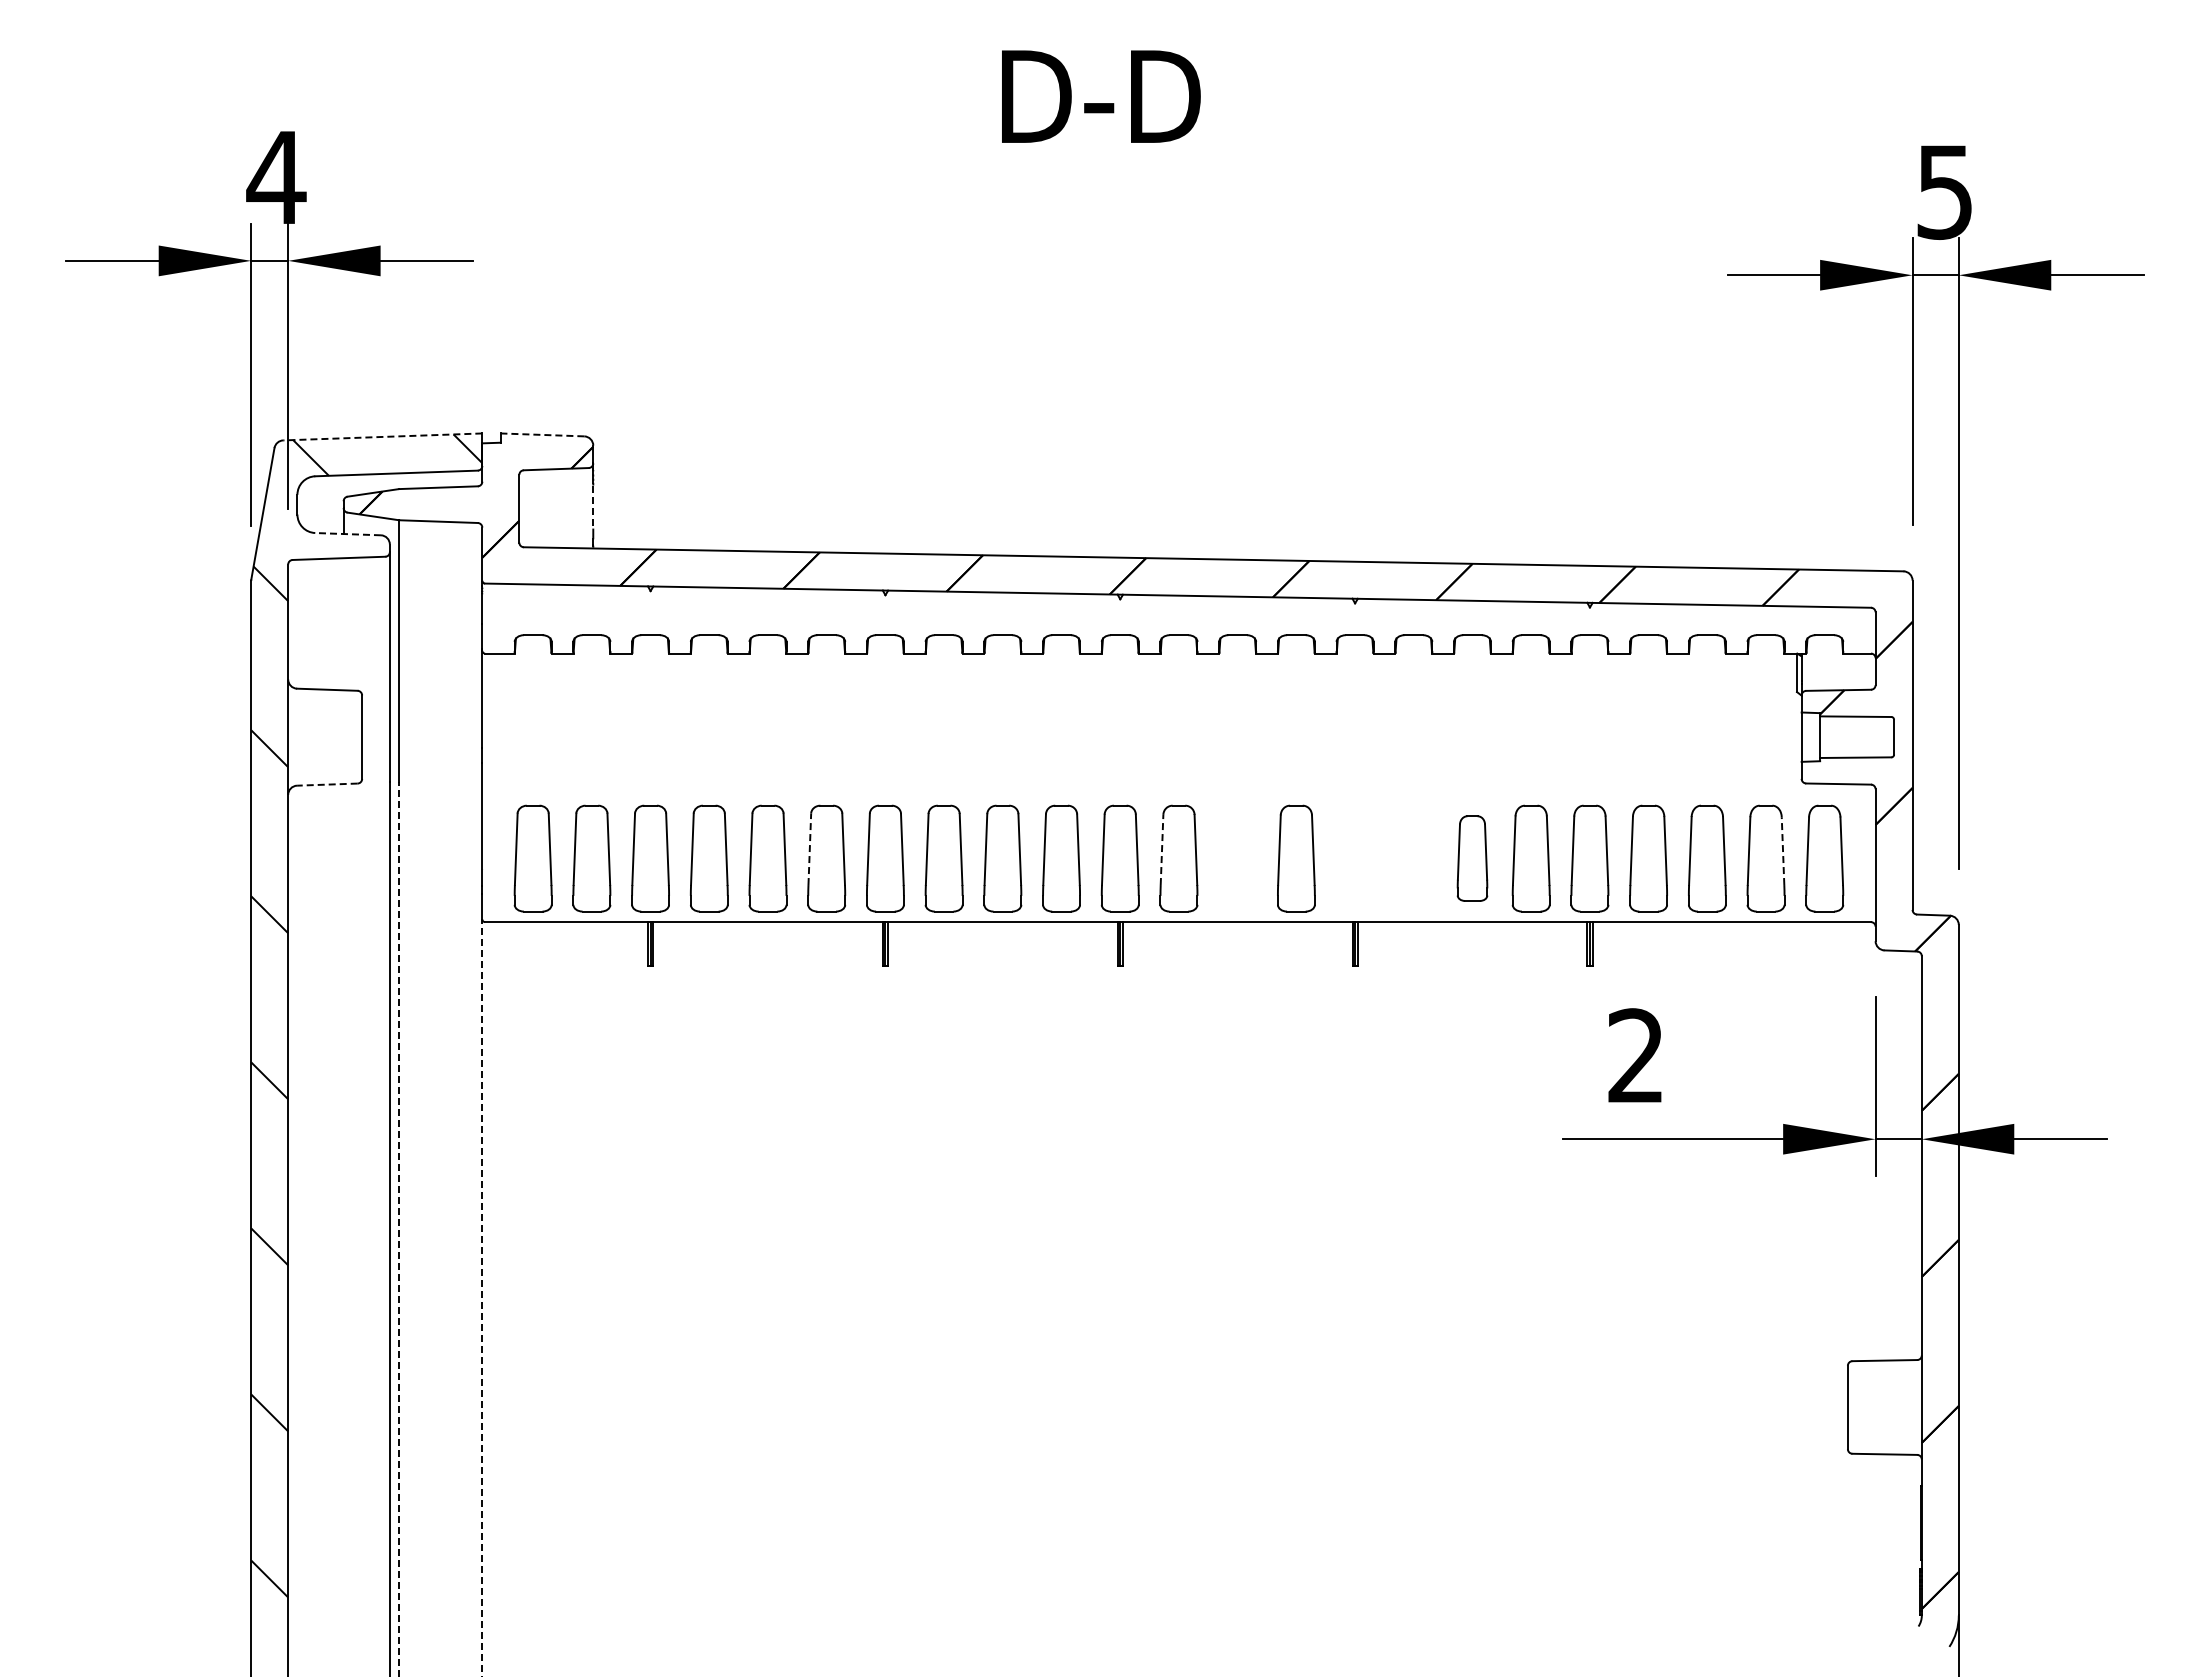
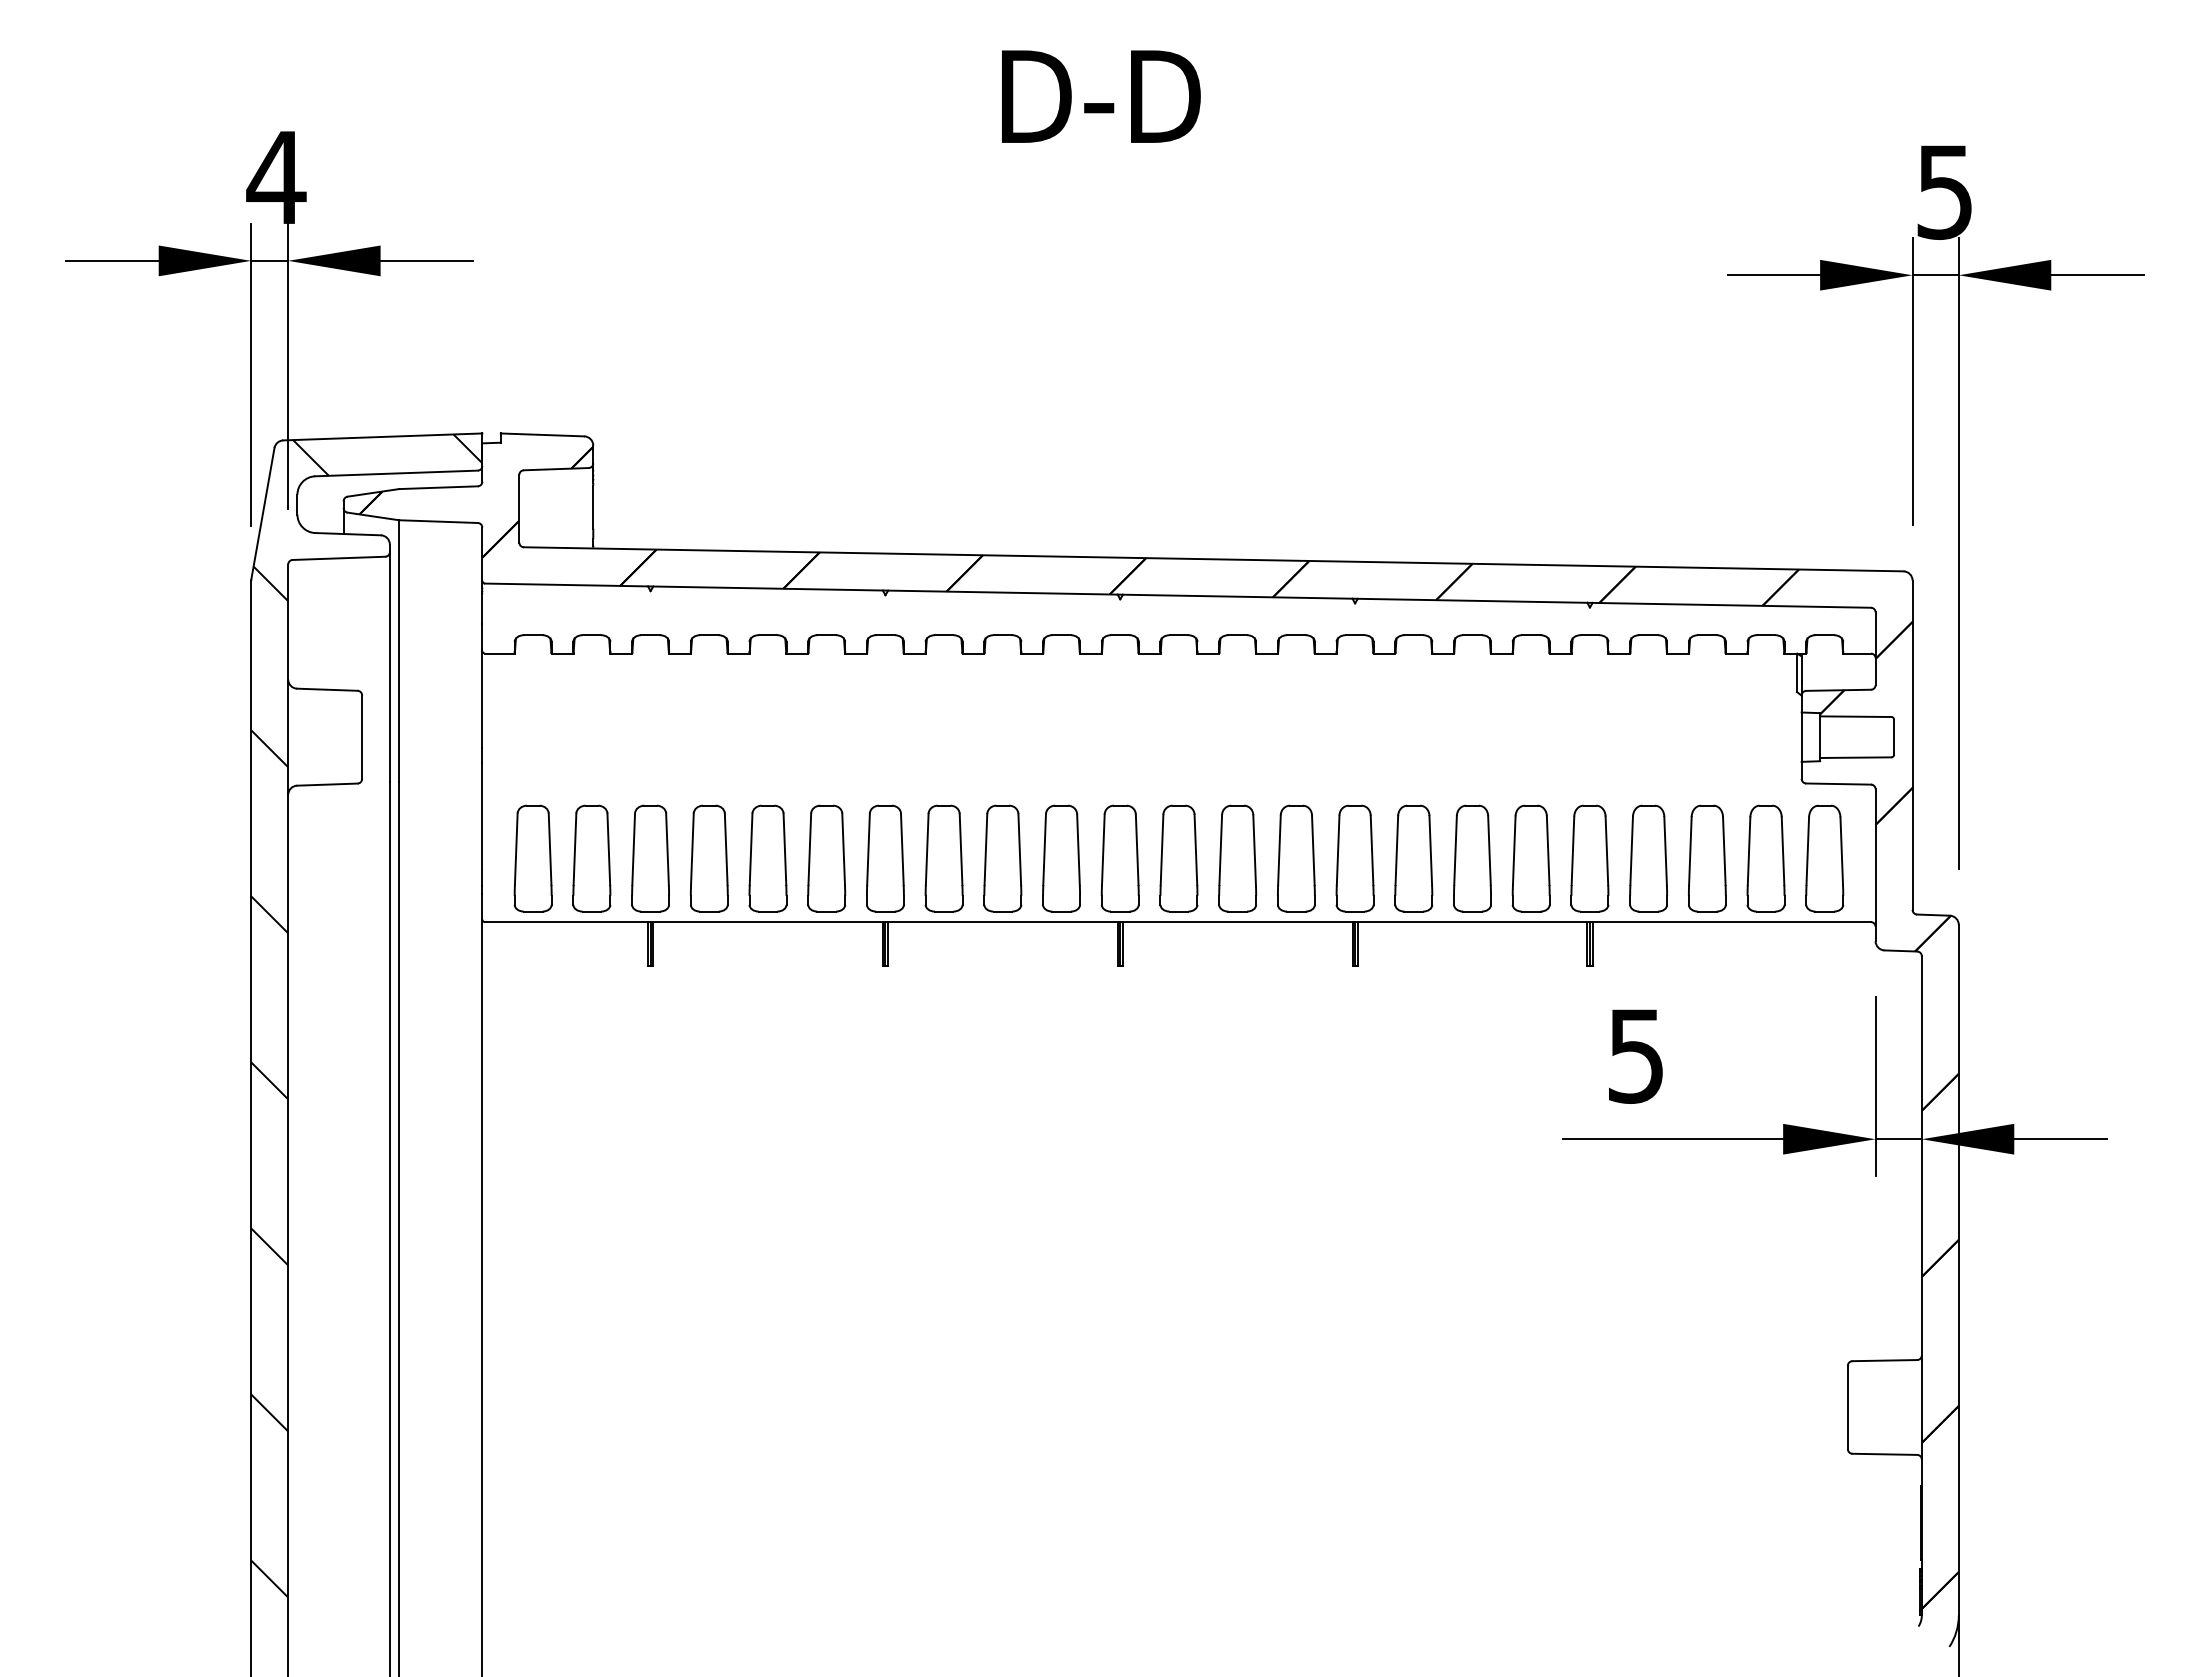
line at (542, 434): dashed -> solid
line at (382, 436): dashed -> solid
line at (593, 507): dashed -> solid
line at (348, 534): dashed -> solid
line at (326, 784): dashed -> solid
line at (809, 849): dashed -> solid
line at (1162, 849): dashed -> solid
line at (1783, 851): dashed -> solid
part at (1237, 858): none -> present
part at (1354, 858): none -> present
part at (1413, 858): none -> present
part at (1472, 858) size: 33x87 px -> 39x109 px
text at (1635, 1055): 2 -> 5
line at (399, 1228): dashed -> solid
line at (482, 1298): dashed -> solid
